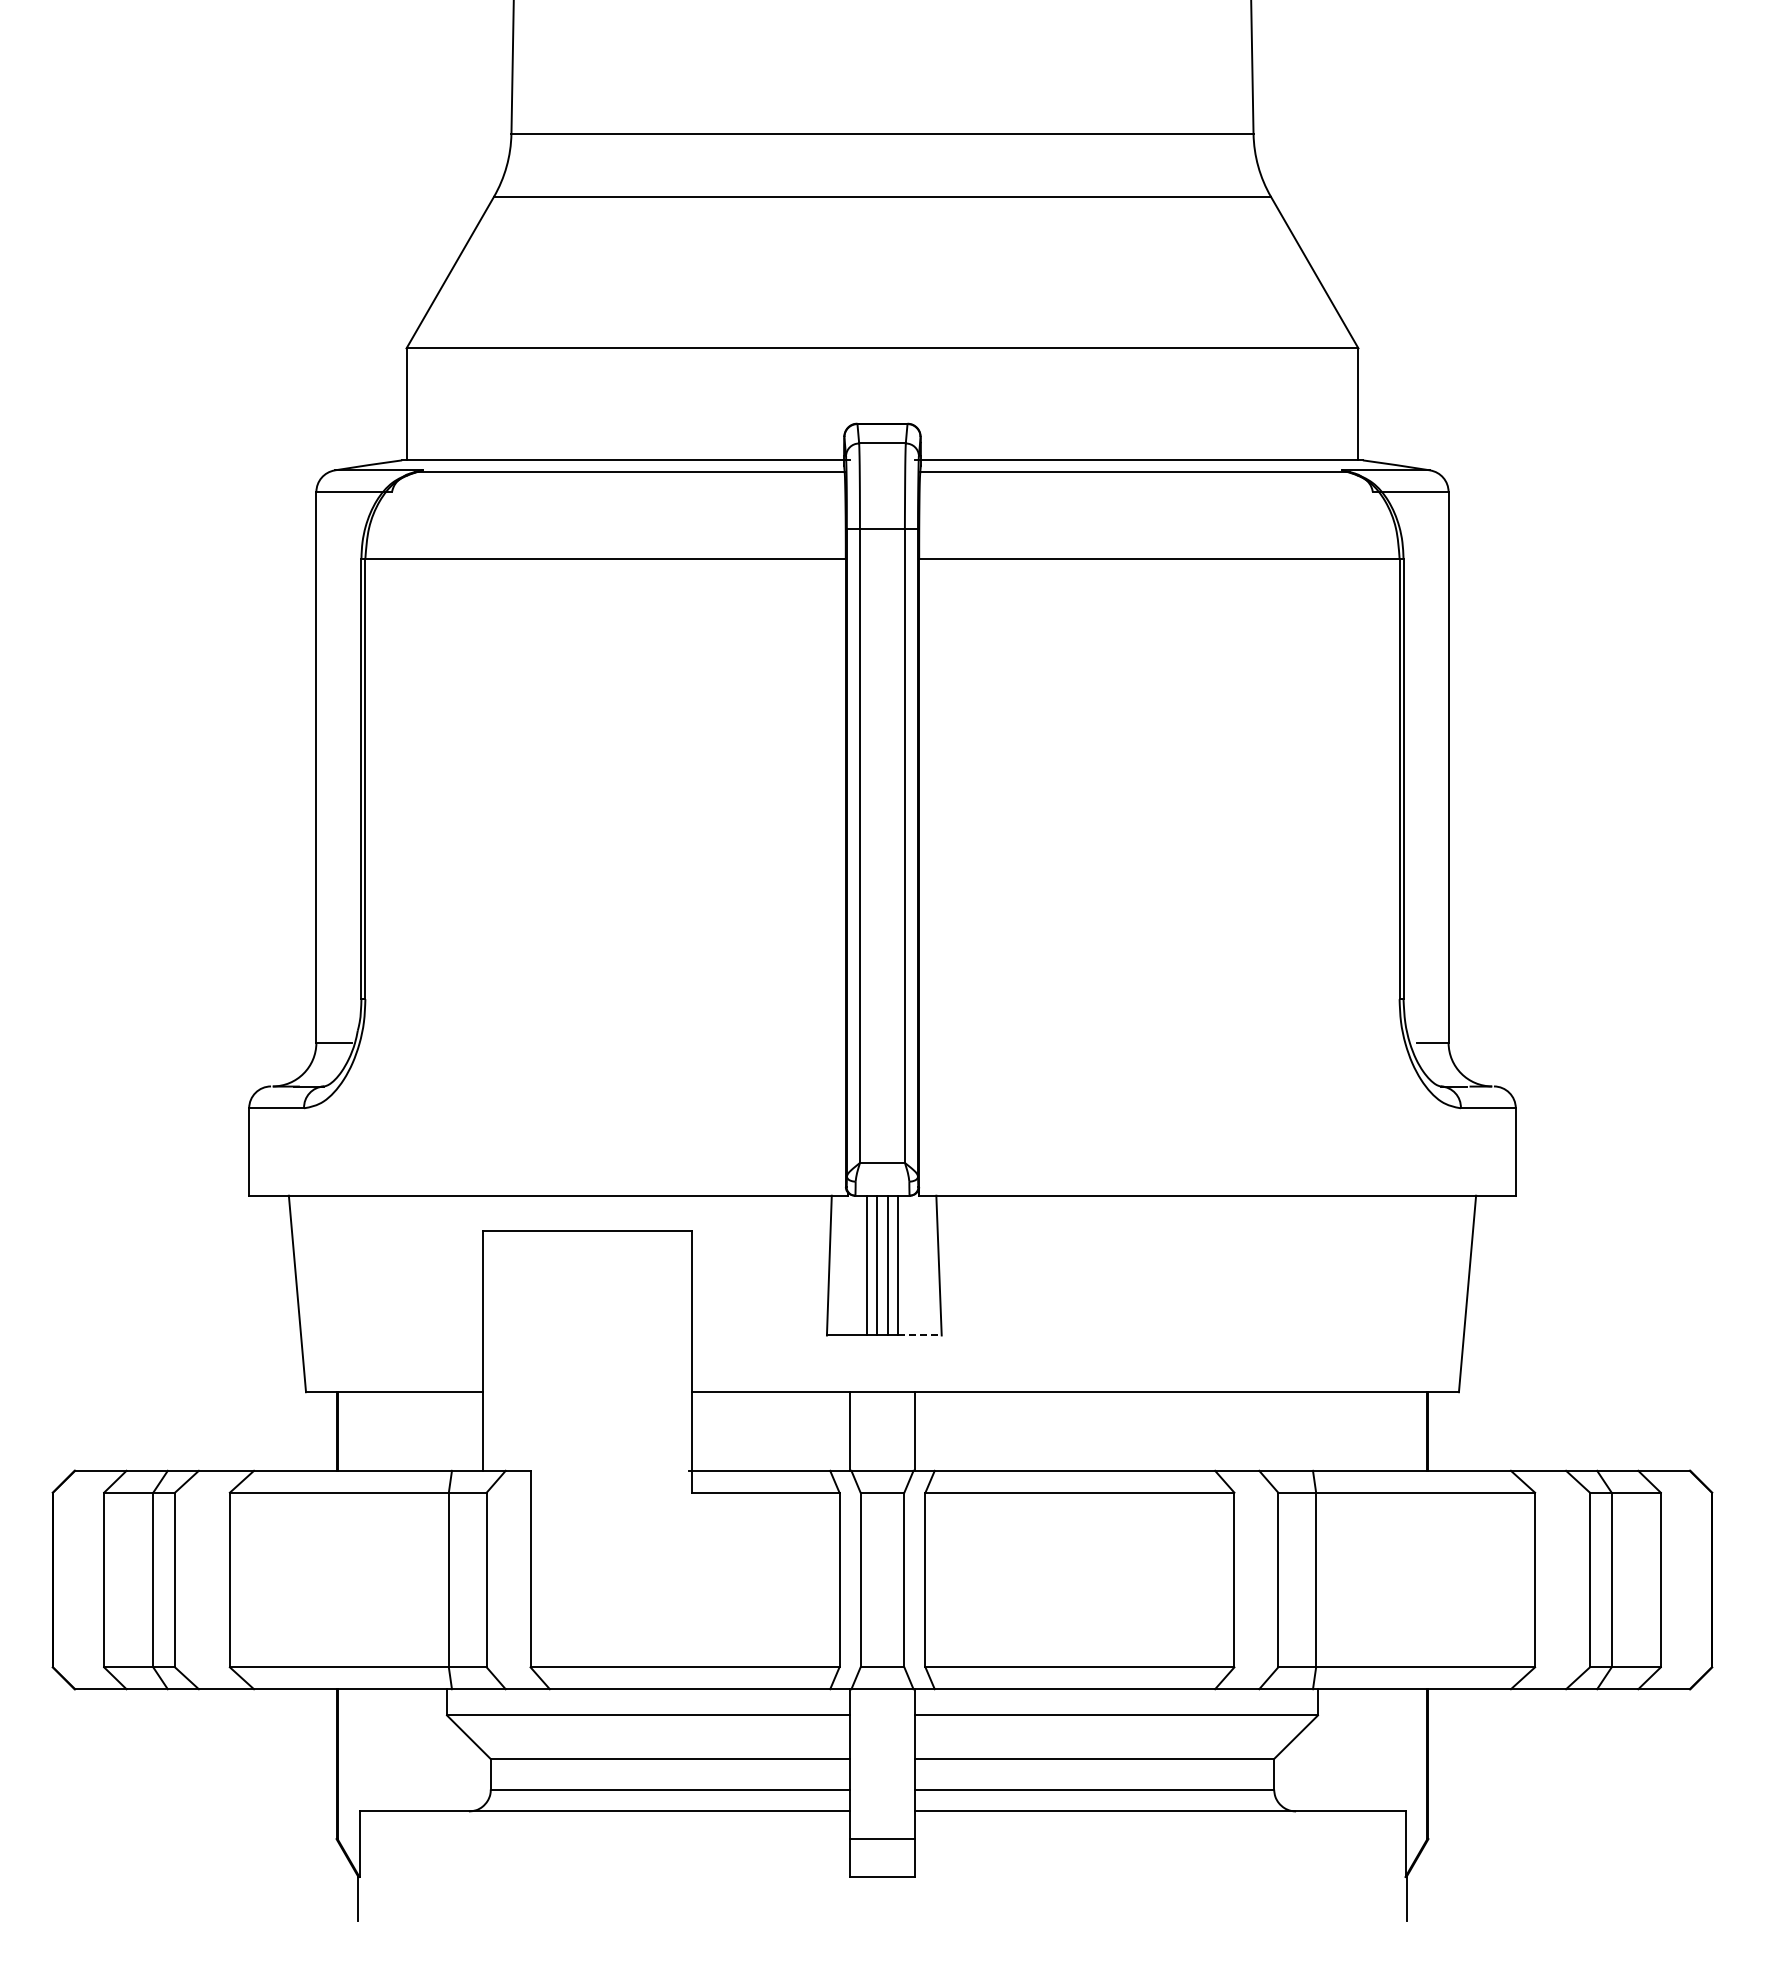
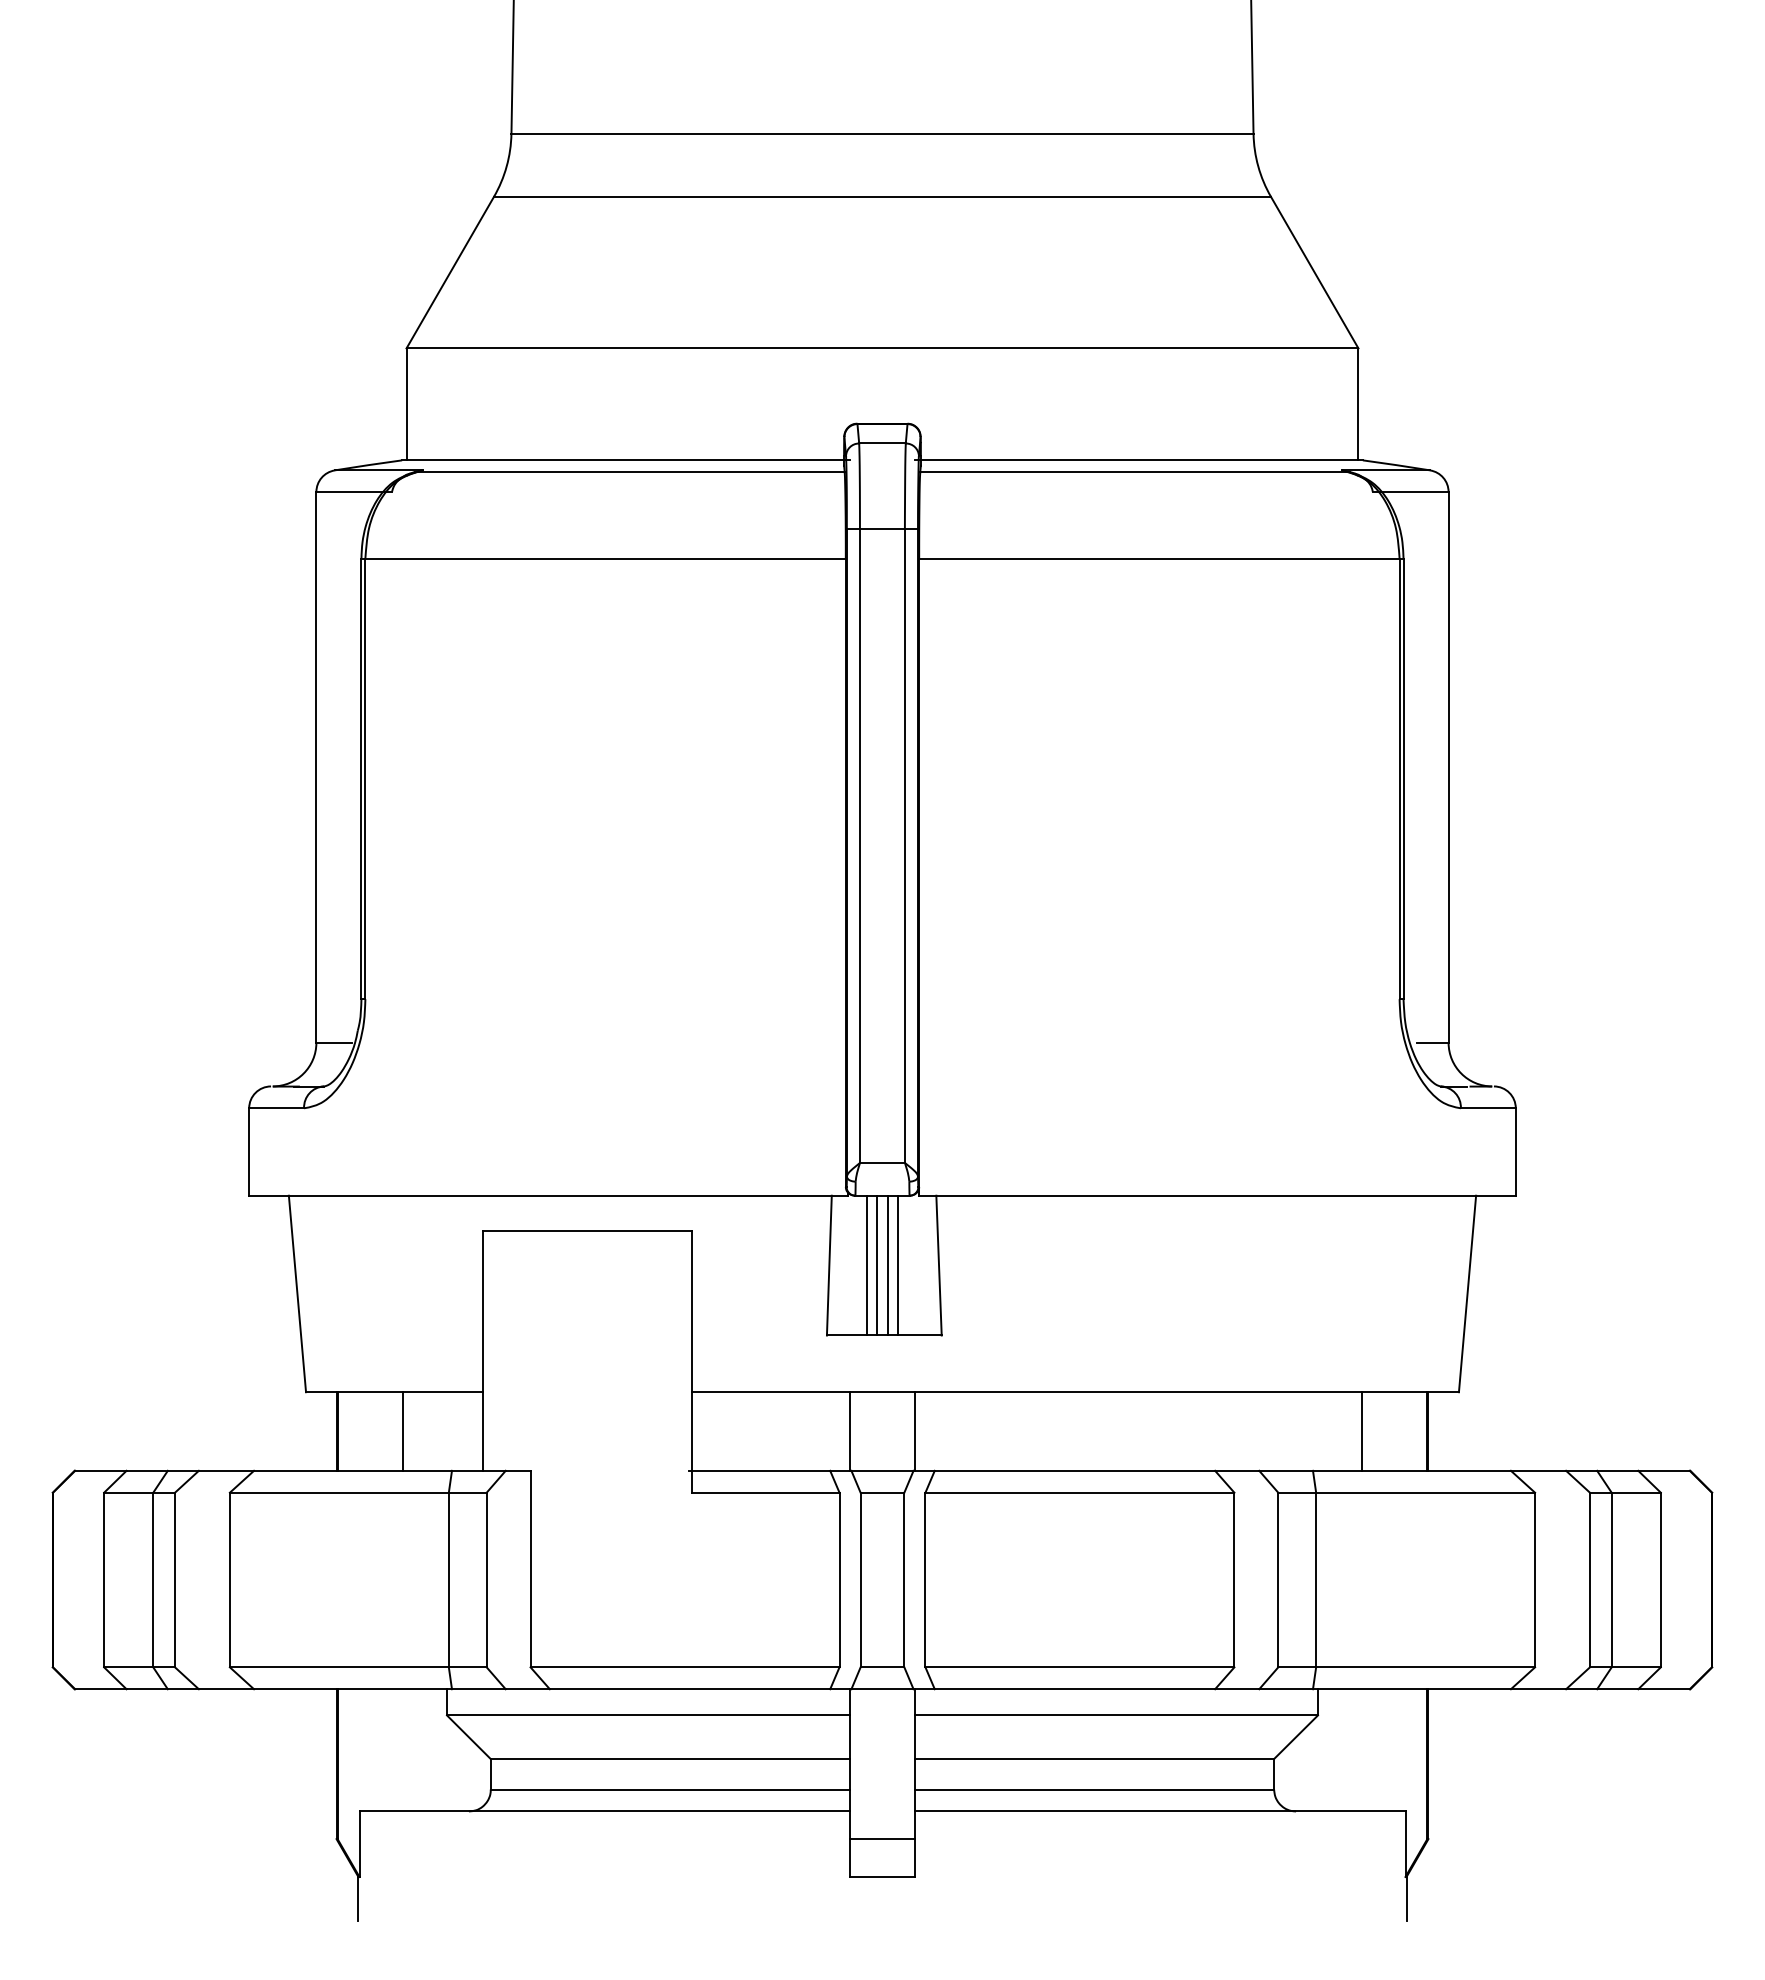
line at (920, 1335): dashed -> solid
line at (403, 1431): none -> present
line at (1361, 1431): none -> present
